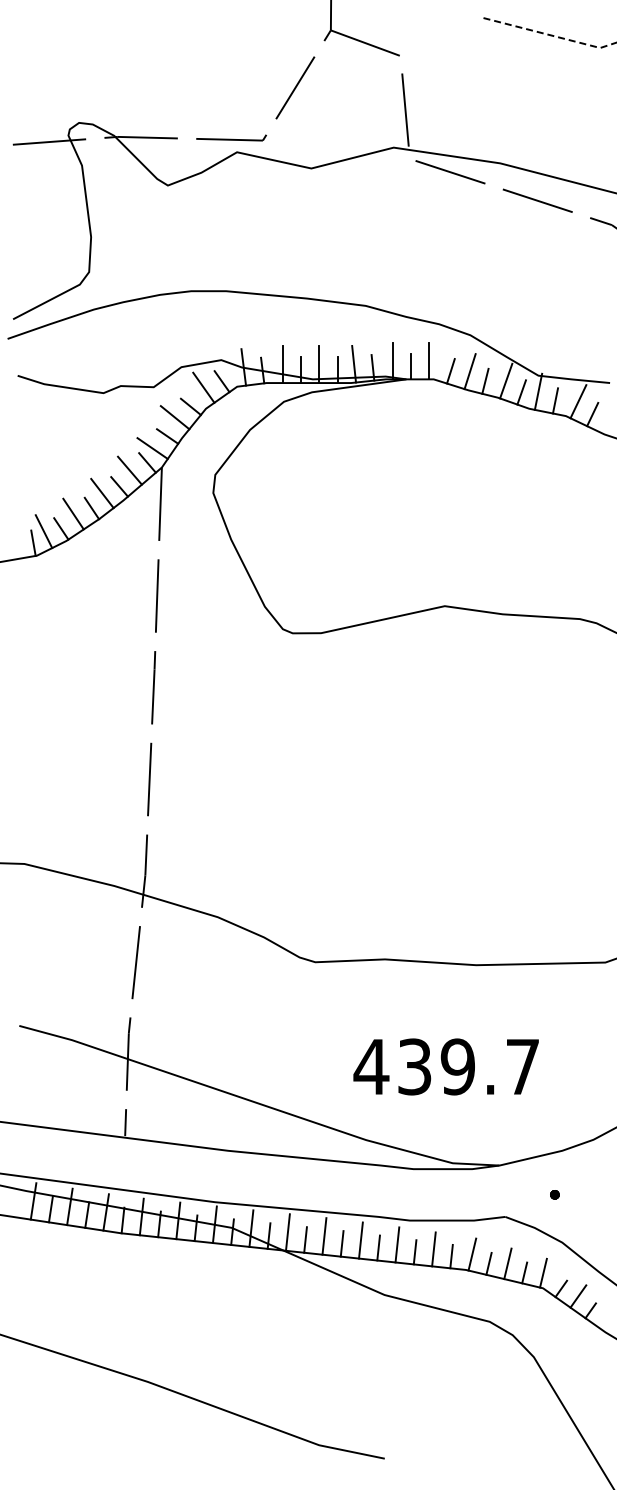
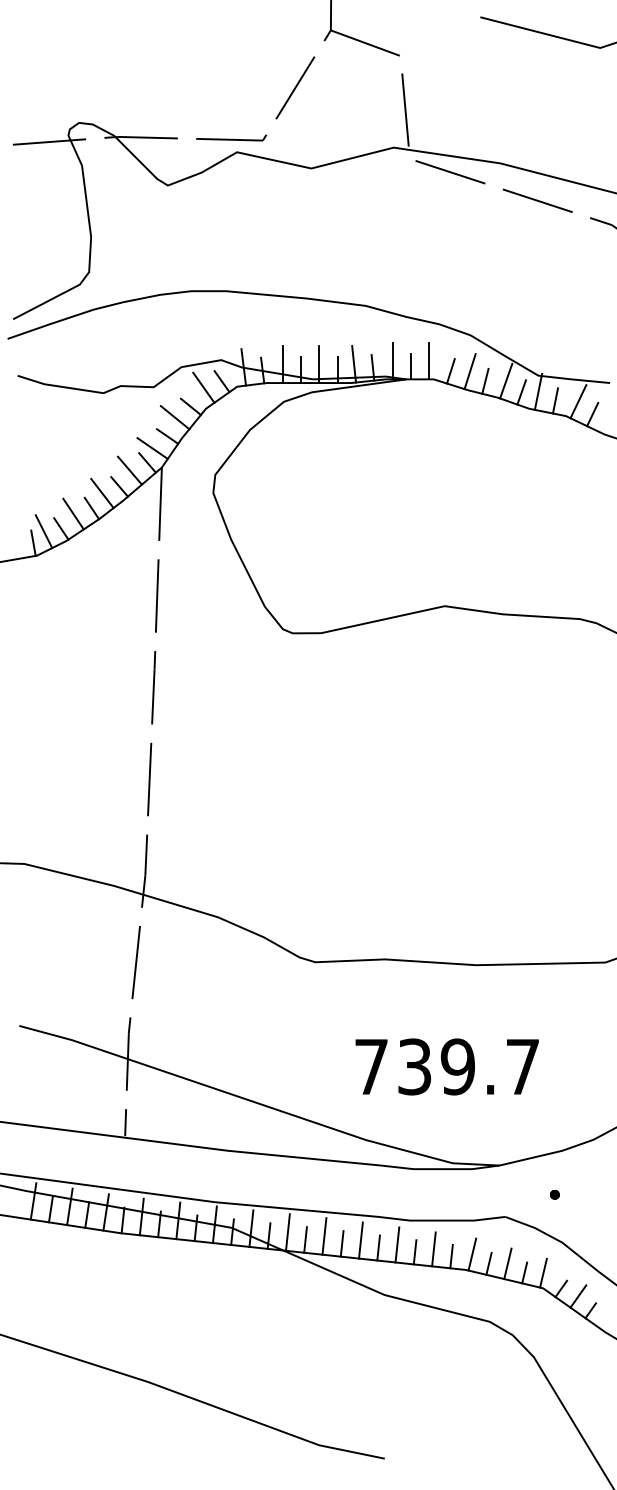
line at (548, 34): dashed -> solid
text at (371, 1066): 439.7 -> 739.7
